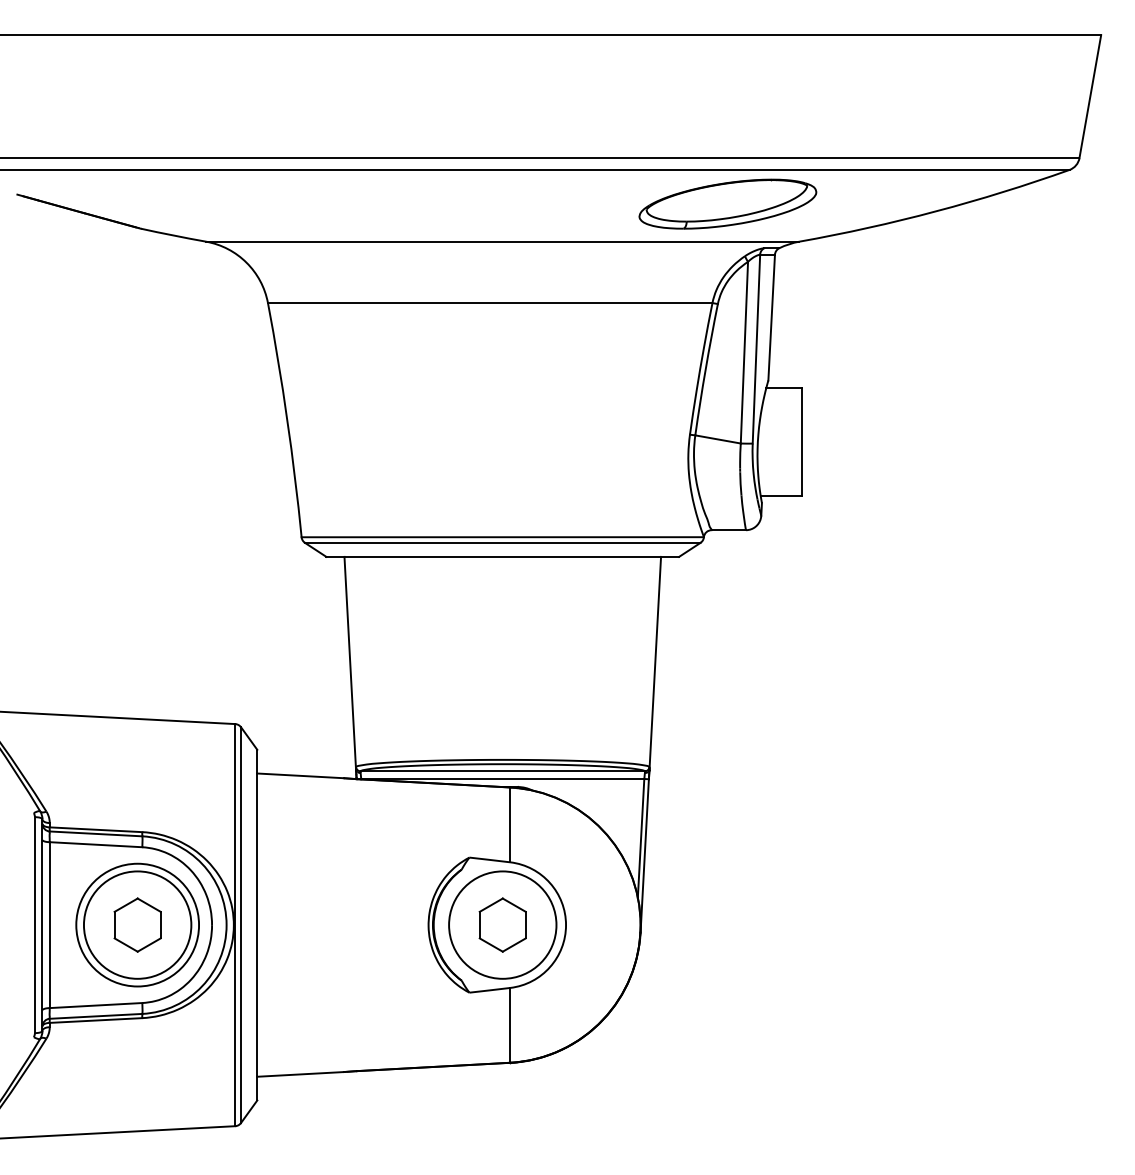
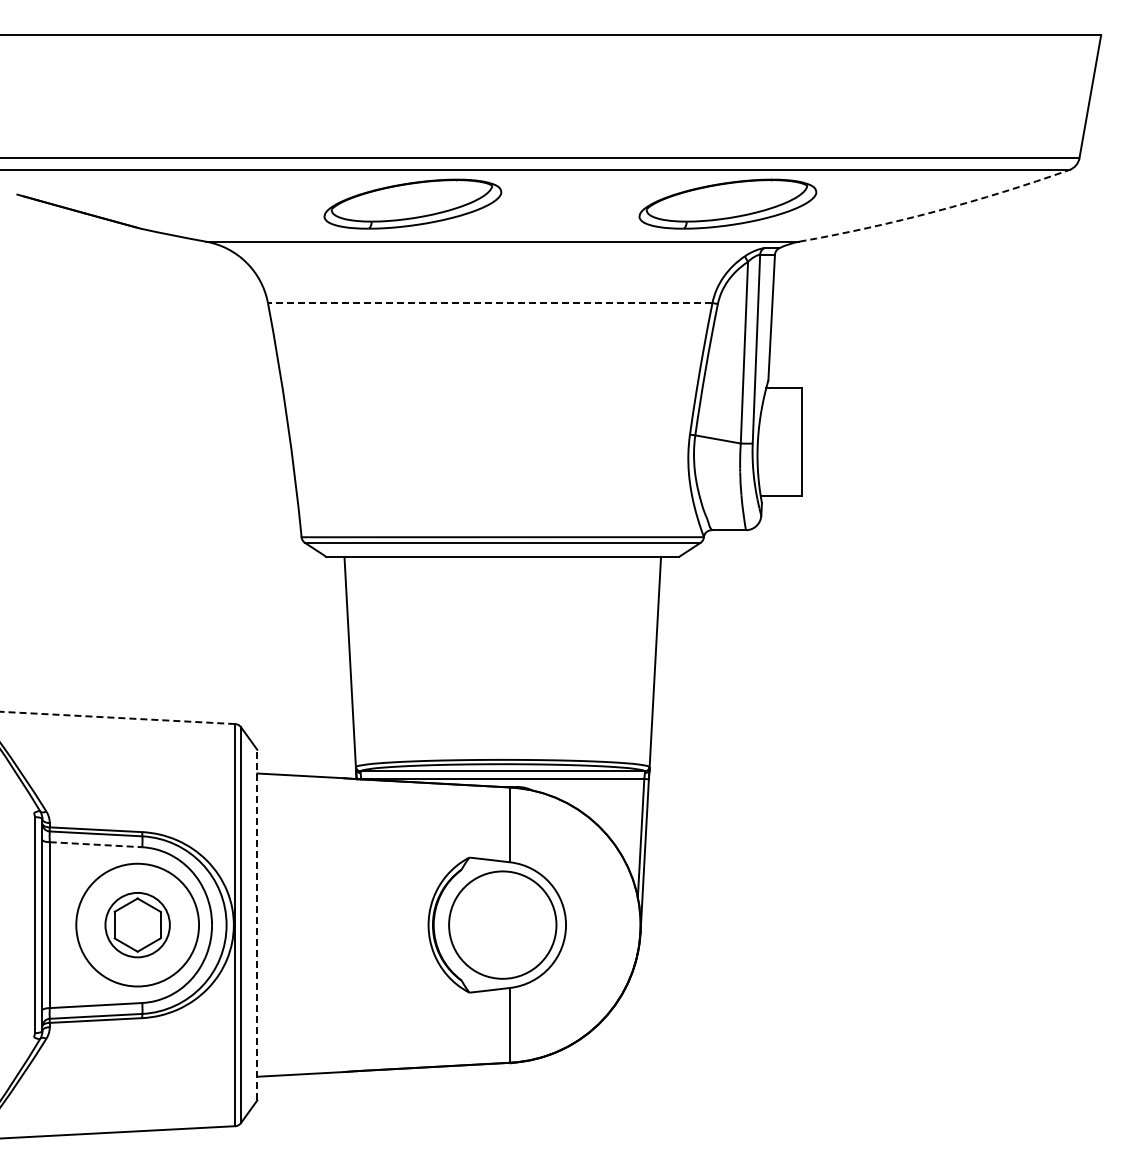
part at (412, 203): none -> present
arc at (935, 211): solid -> dashed
line at (489, 303): solid -> dashed
line at (117, 717): solid -> dashed
line at (96, 844): solid -> dashed
circle at (137, 924) diameter: 107 px -> 64 px
line at (257, 924): solid -> dashed
part at (502, 924): present -> none
